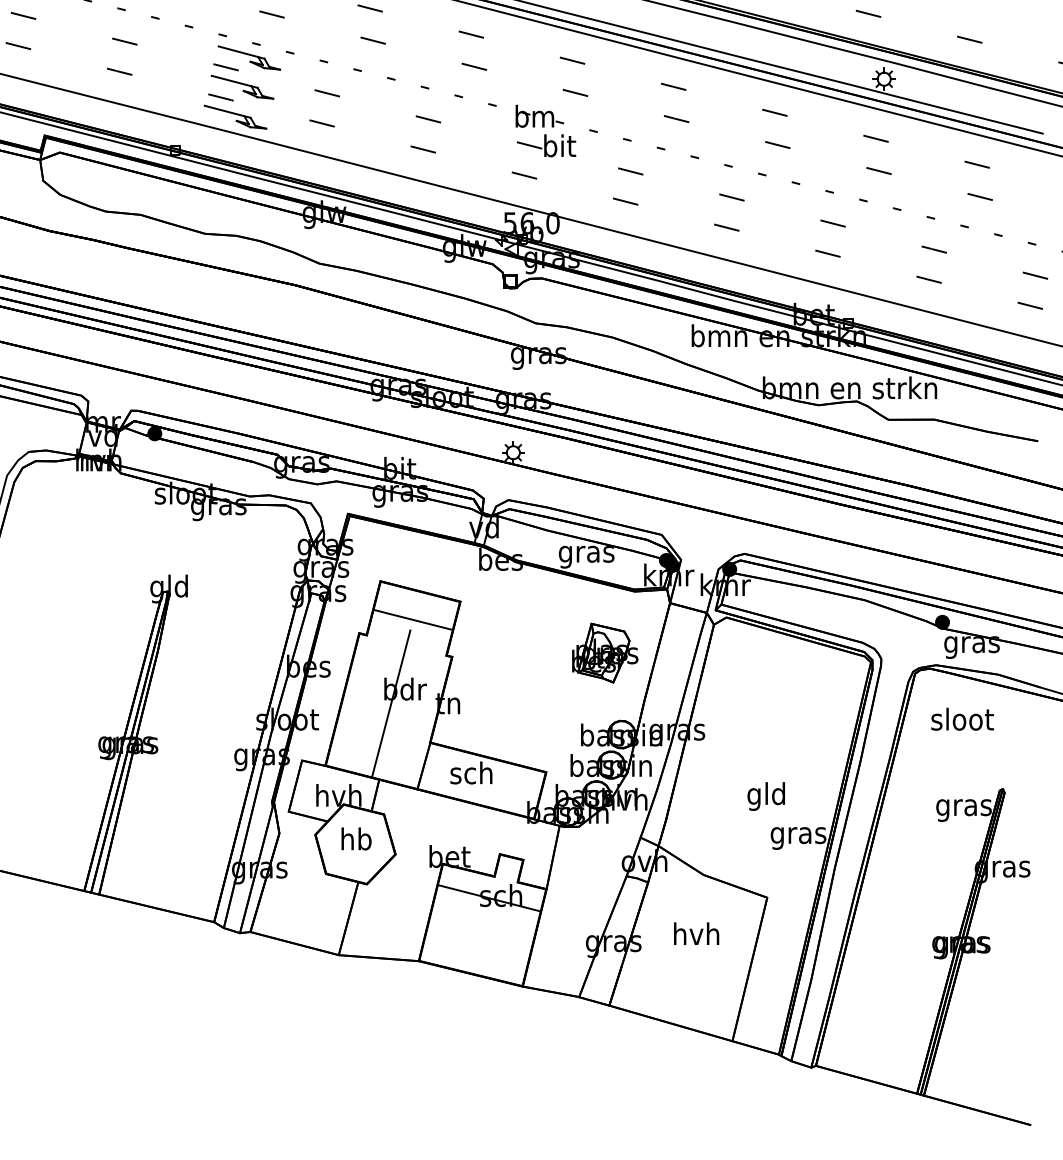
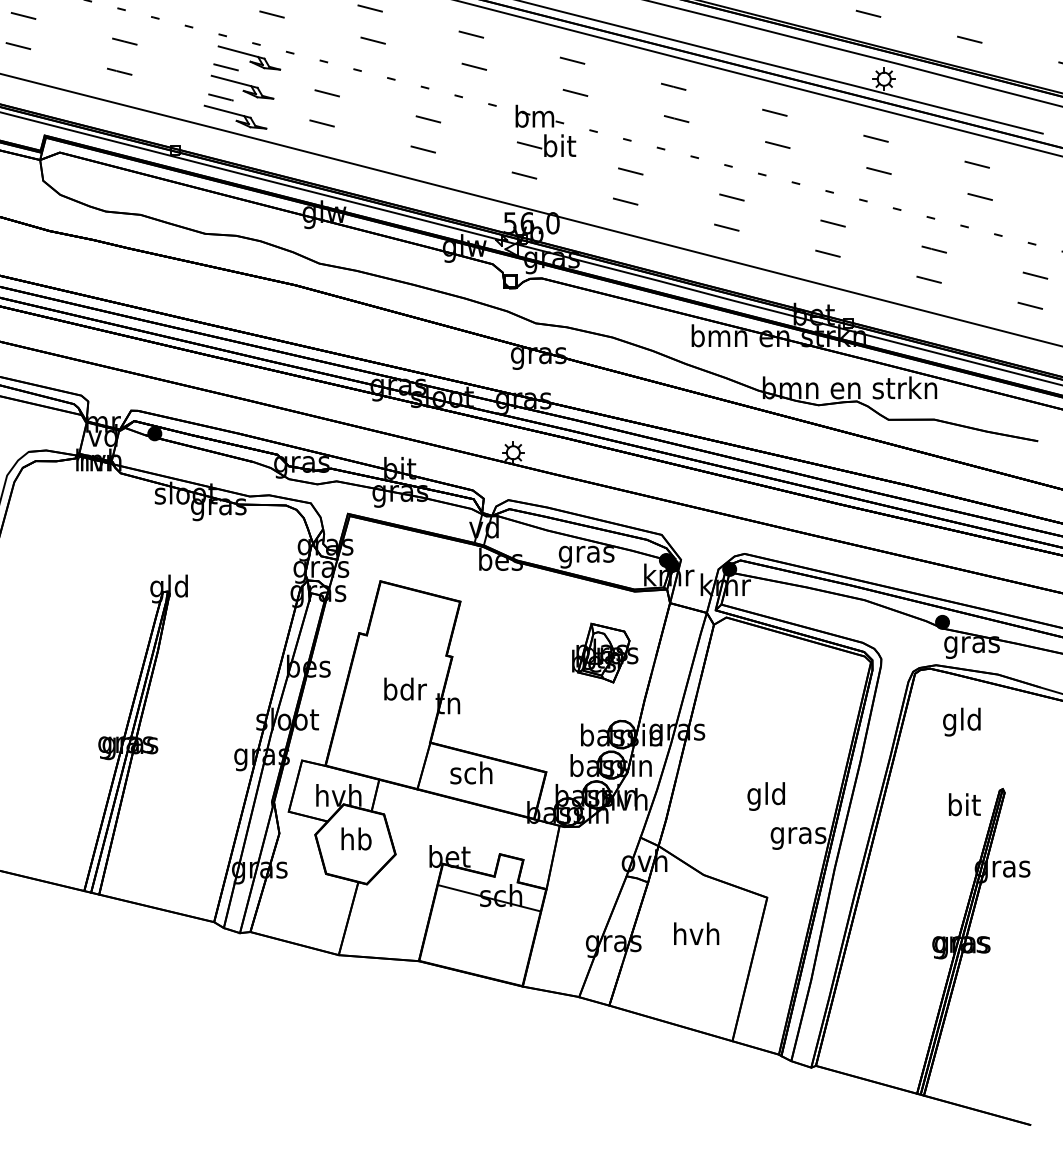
line at (412, 619): present -> none
line at (391, 703): present -> none
text at (962, 721): sloot -> gld
text at (963, 807): gras -> bit
